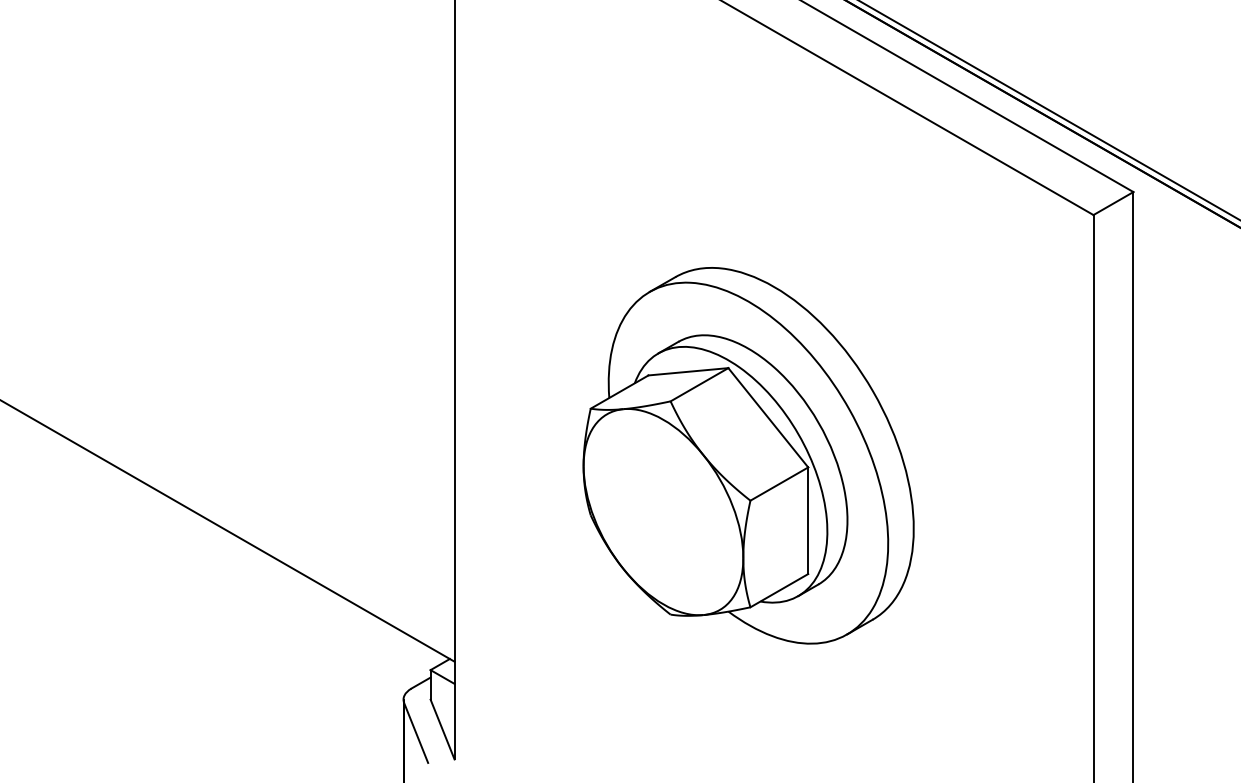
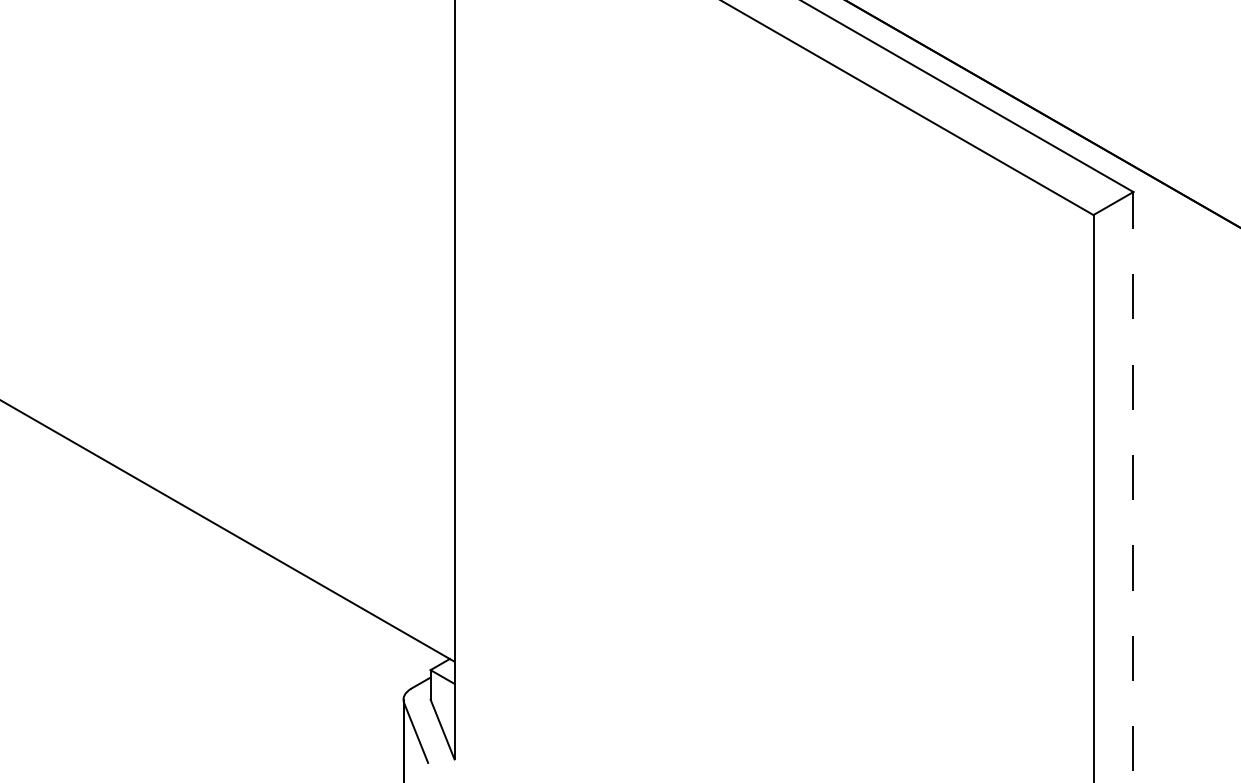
line at (1049, 110): present -> none
part at (748, 455): present -> none
line at (1133, 486): solid -> dashed
